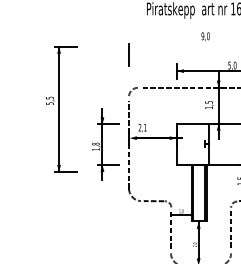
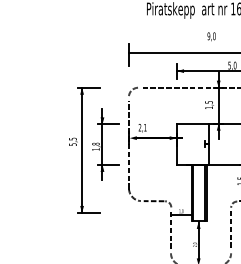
text at (205, 36) position: (205, 36) -> (211, 36)
line at (182, 53): none -> present
part at (61, 109) position: (61, 109) -> (84, 150)
